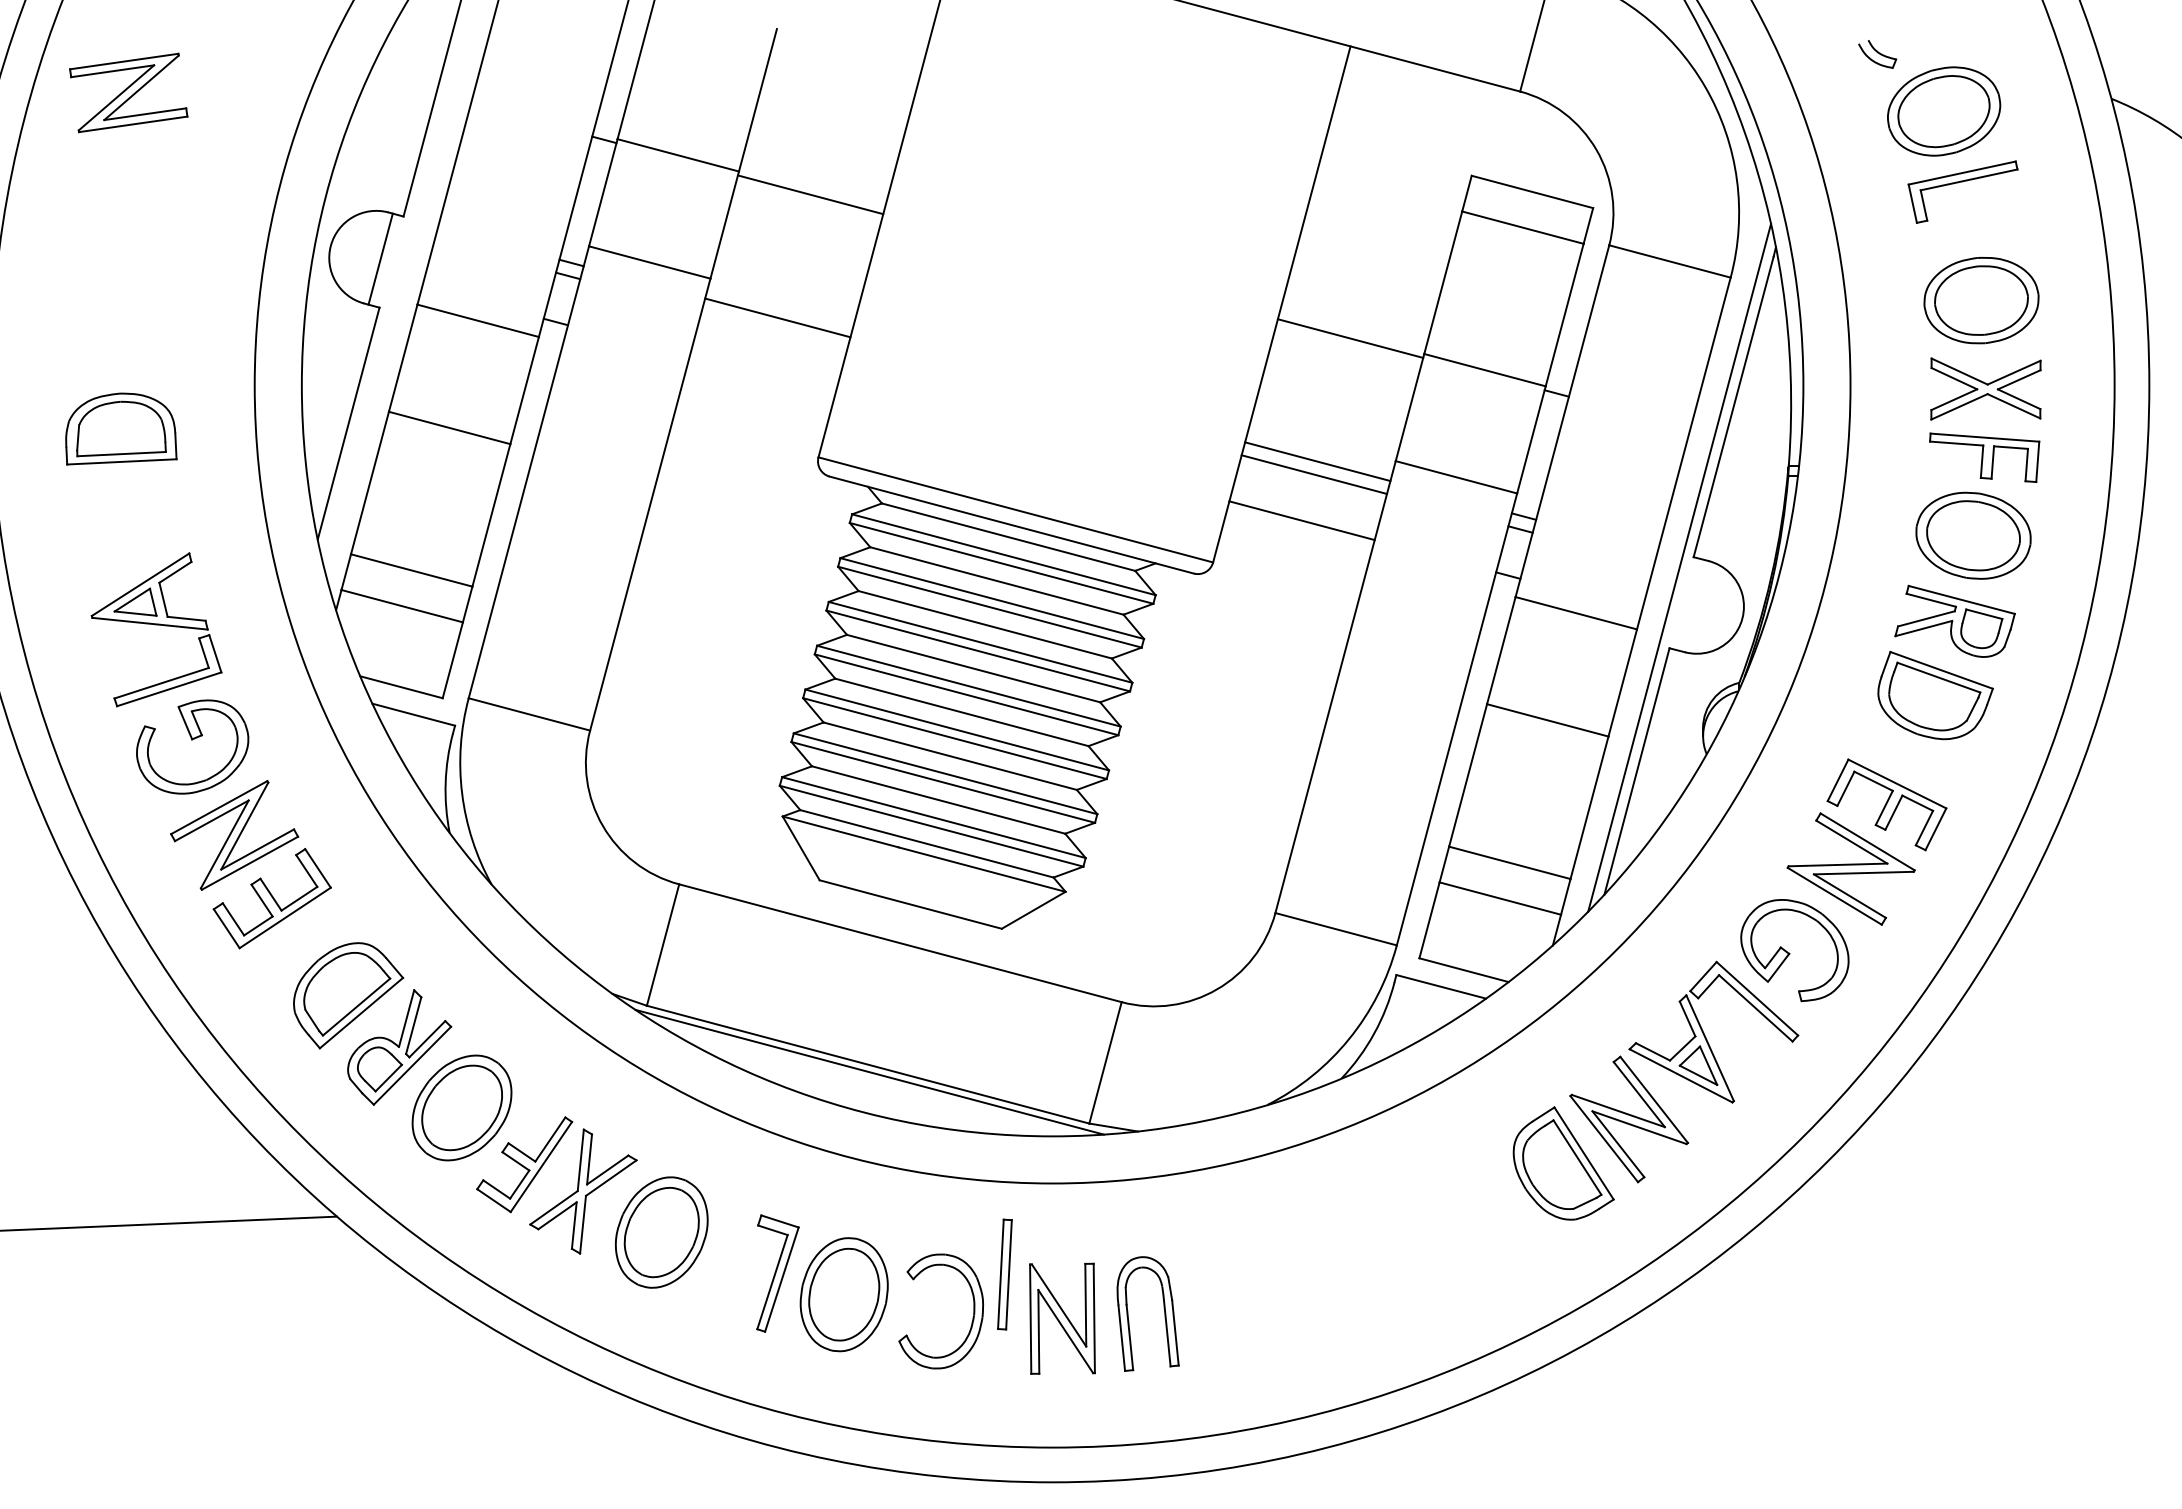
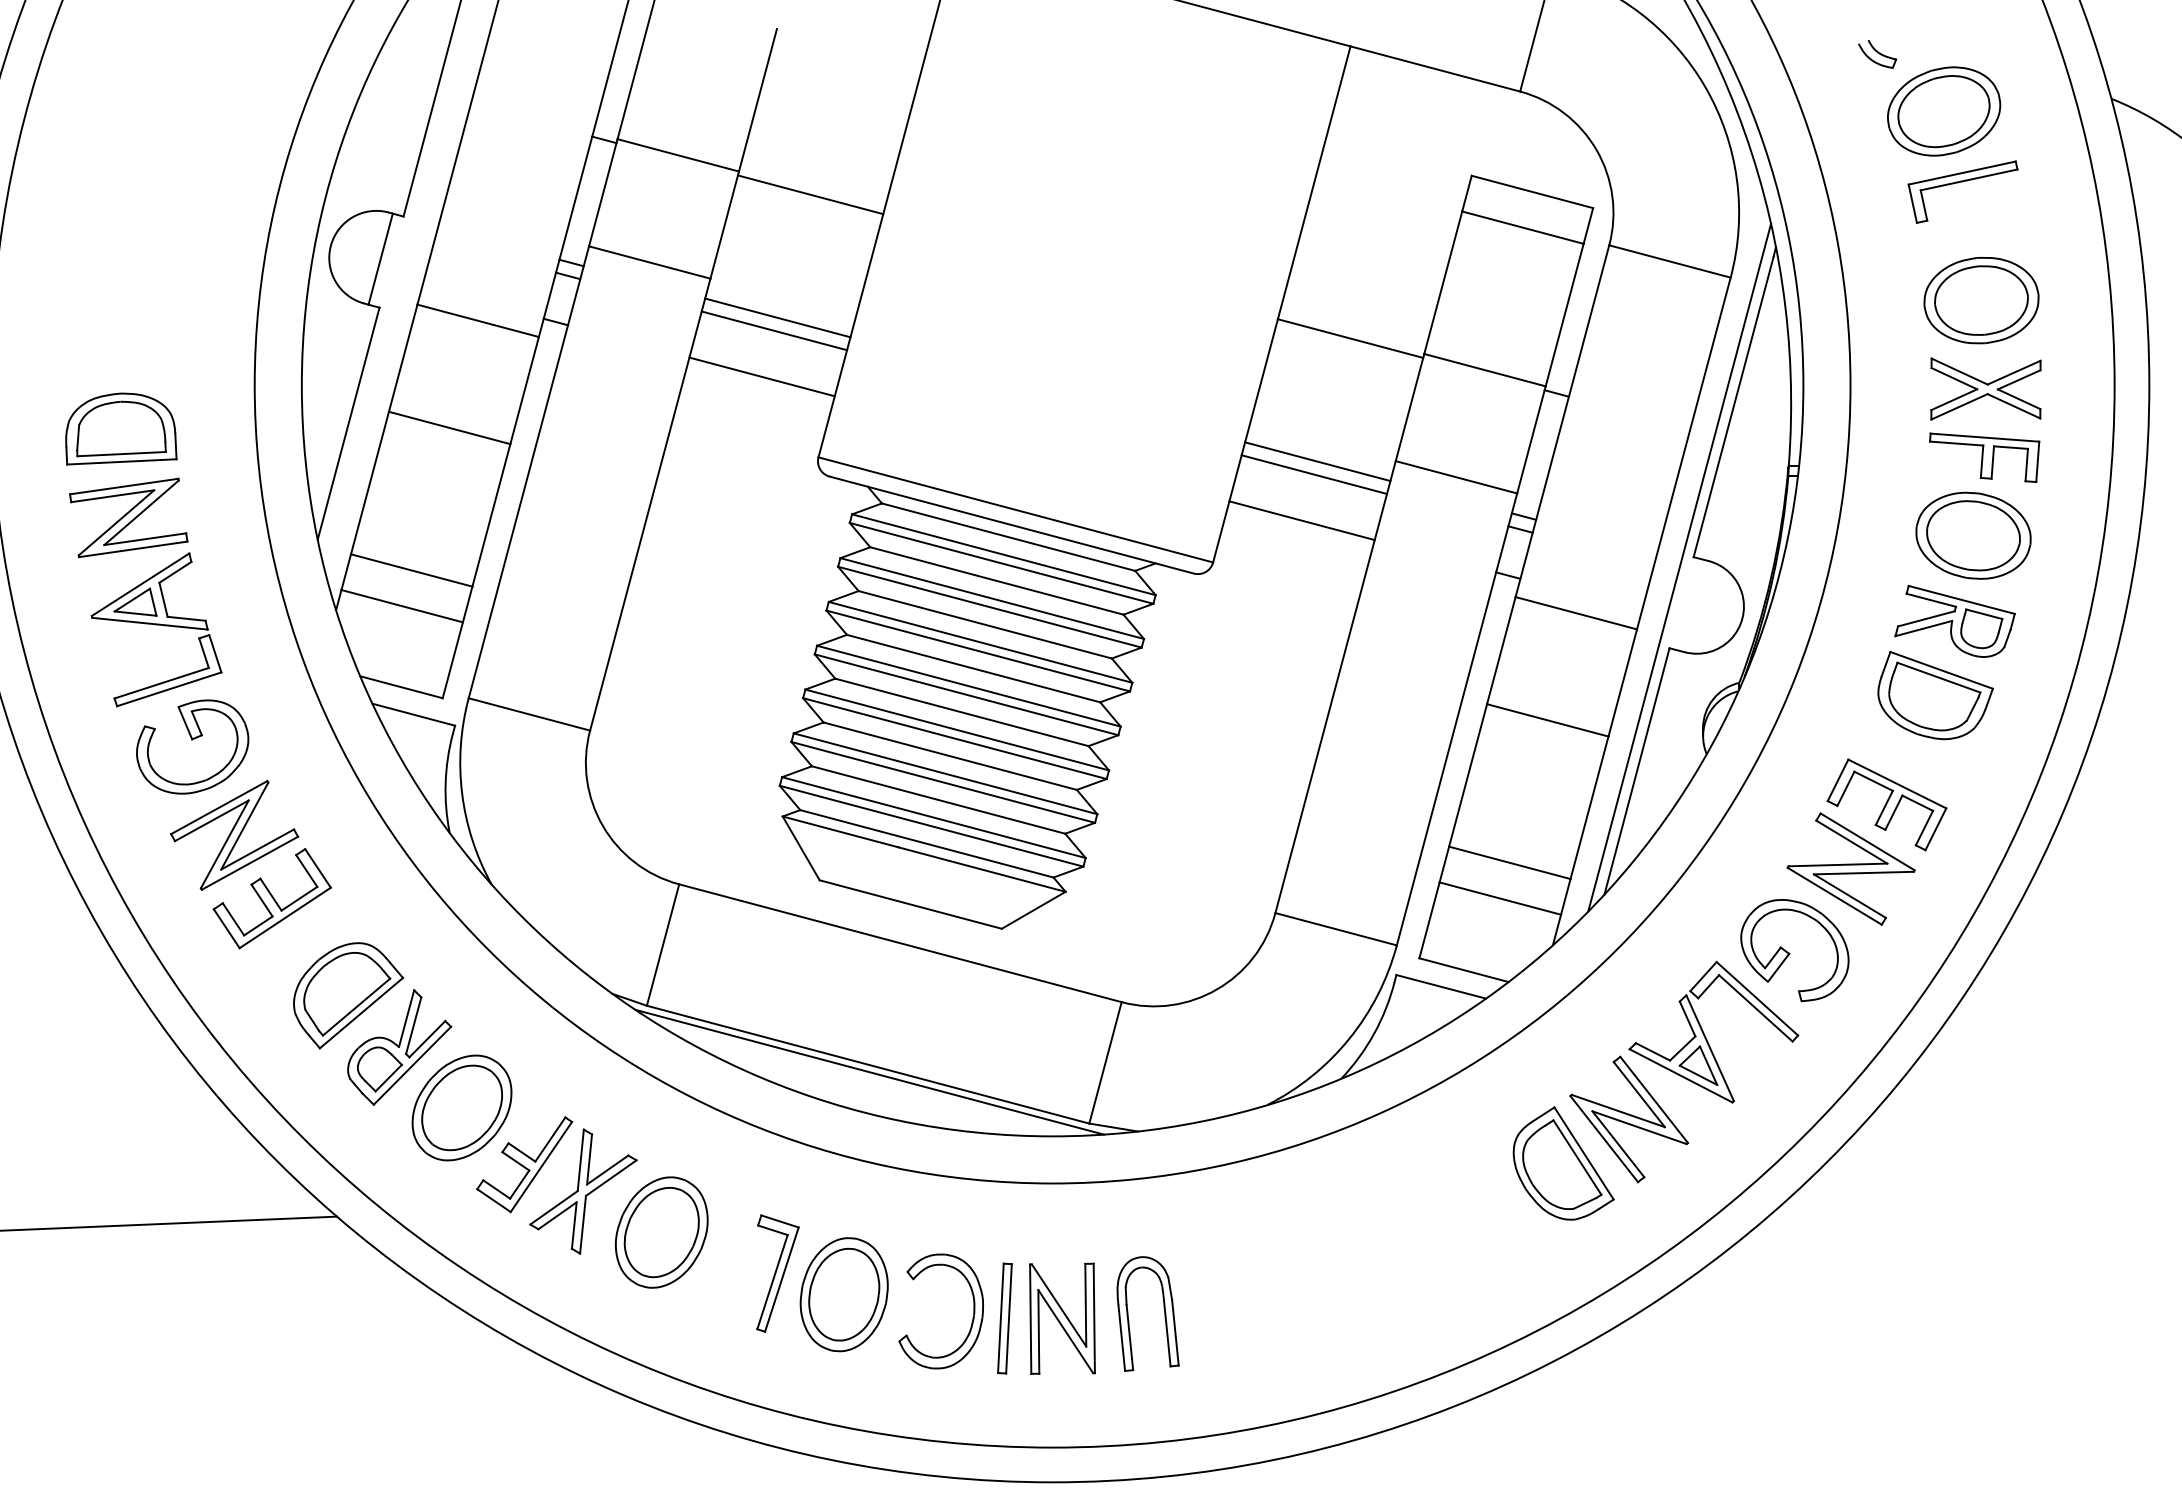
part at (128, 92) position: (128, 92) -> (128, 517)
line at (774, 330): none -> present
line at (761, 376): none -> present
part at (1004, 1274) position: (1004, 1274) -> (1004, 1318)
